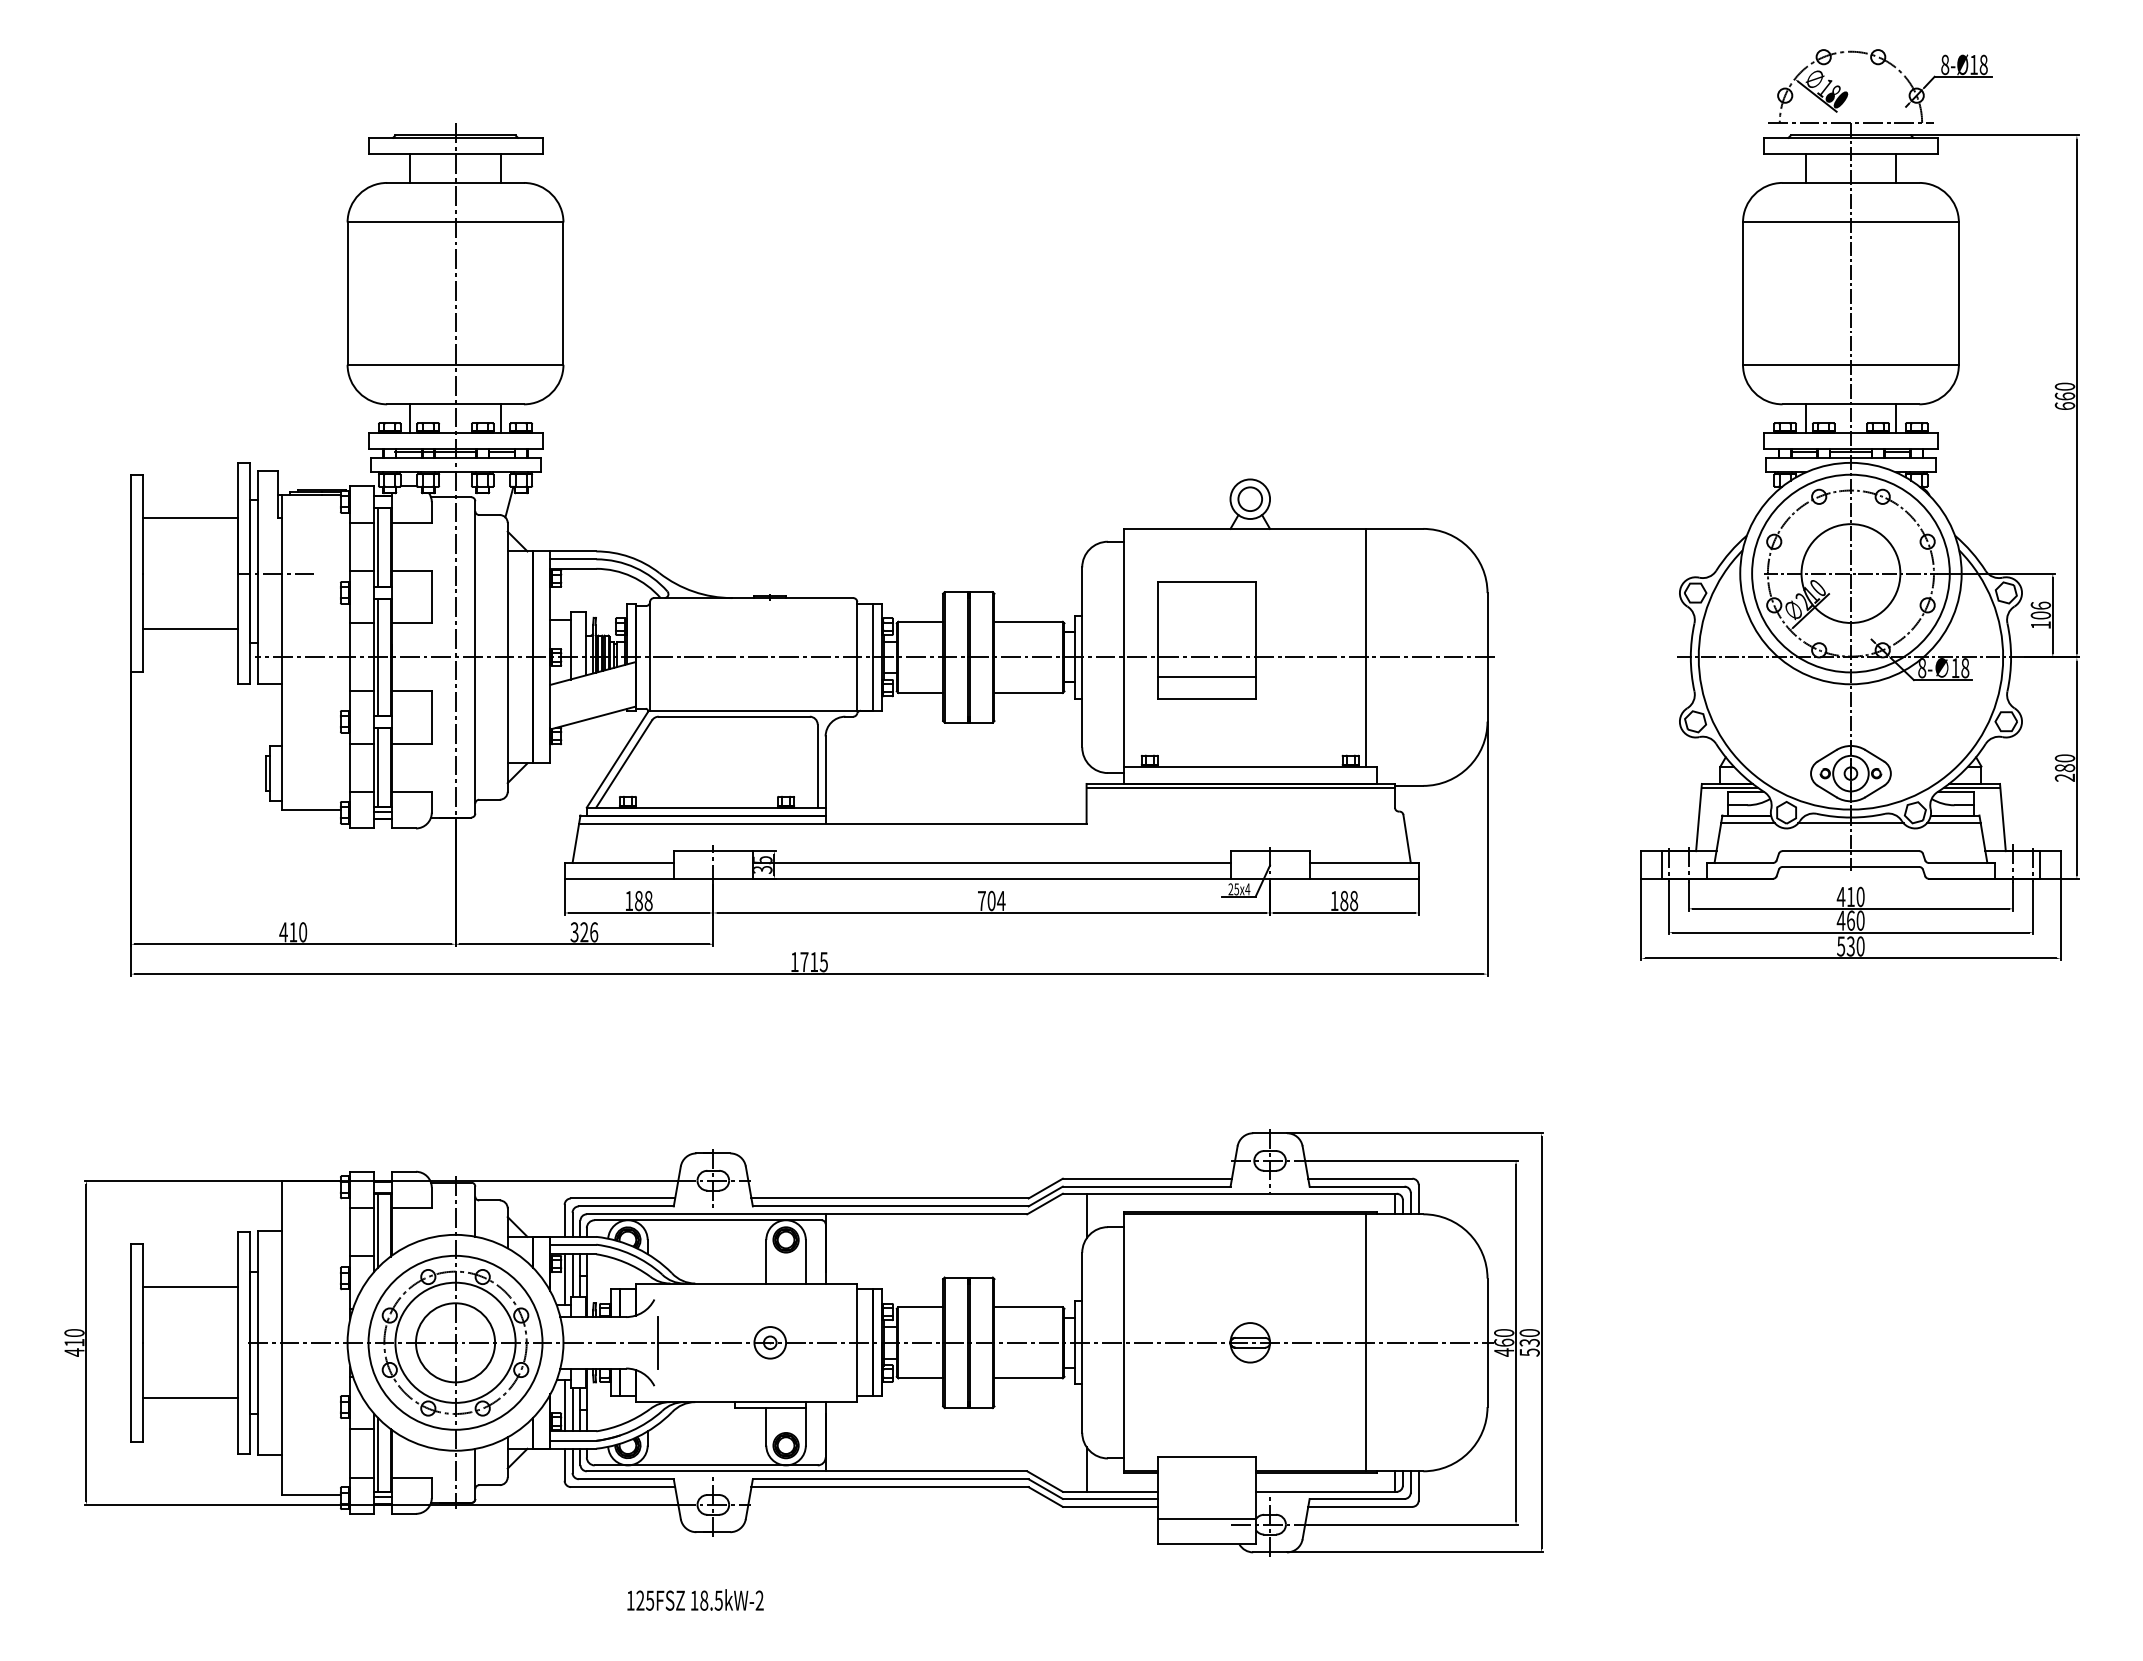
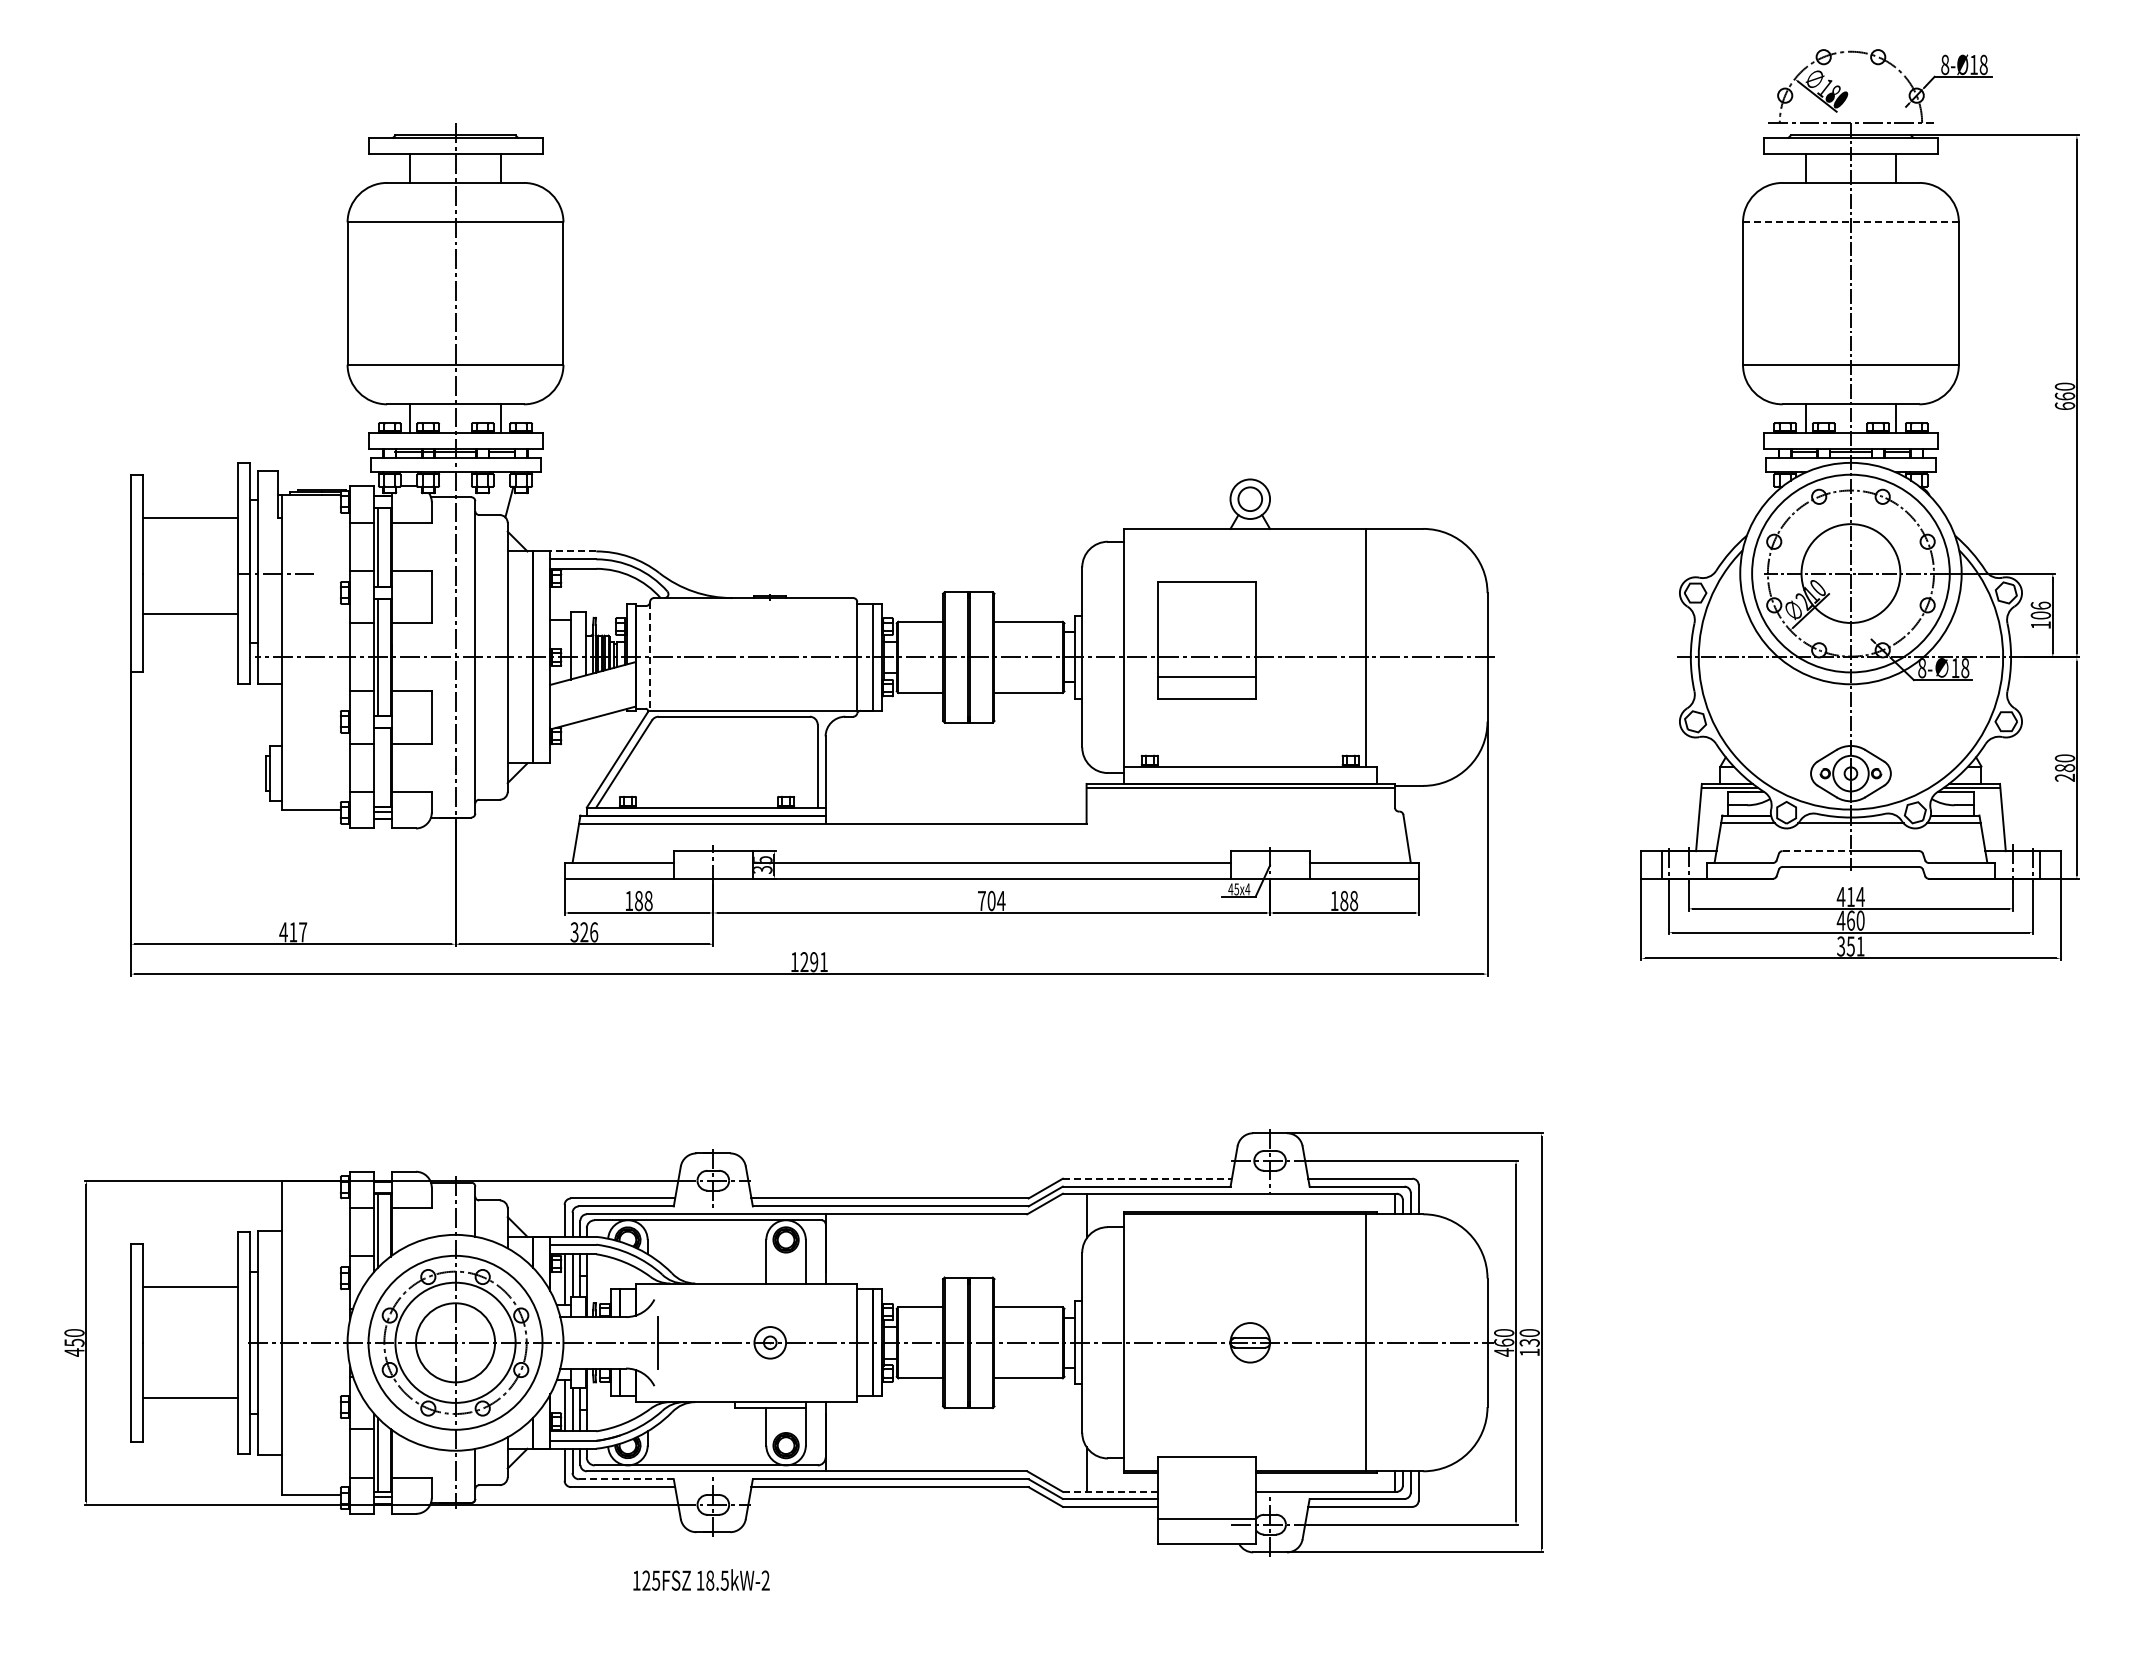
line at (1850, 222): solid -> dashed
line at (573, 551): solid -> dashed
line at (190, 628) position: (190, 628) -> (190, 613)
line at (650, 656): solid -> dashed
line at (378, 767): present -> none
line at (1817, 851): solid -> dashed
text at (1230, 889): 25 -> 45
text at (1860, 896): 410 -> 414
text at (303, 932): 410 -> 417
text at (1850, 946): 530 -> 351
text at (813, 962): 1715 -> 1291
line at (1147, 1178): solid -> dashed
text at (74, 1342): 410 -> 450
text at (1529, 1352): 530 -> 130
line at (626, 1479): solid -> dashed
line at (1110, 1491): solid -> dashed
text at (695, 1599) position: (695, 1599) -> (701, 1579)
